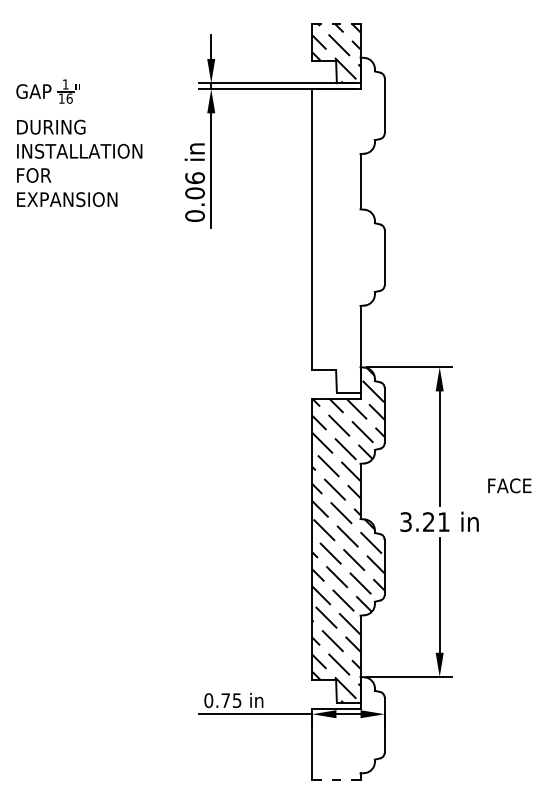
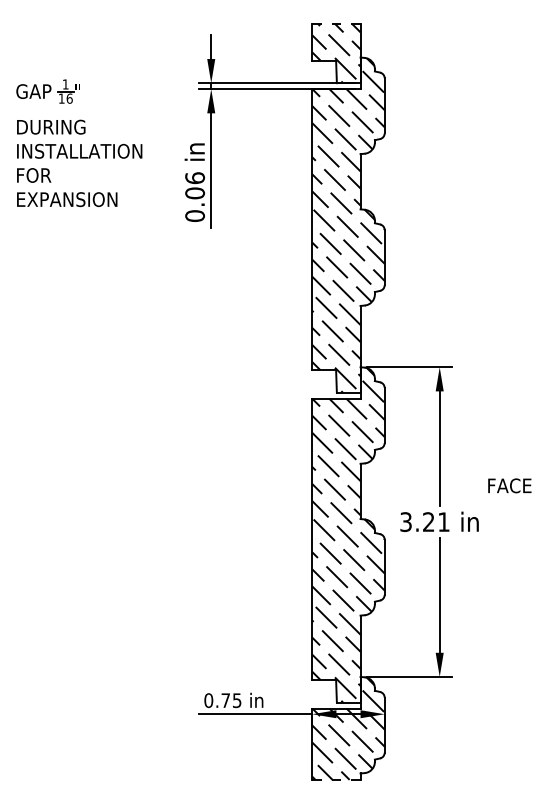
hatch at (348, 225): none -> present
hatch at (348, 728): none -> present
